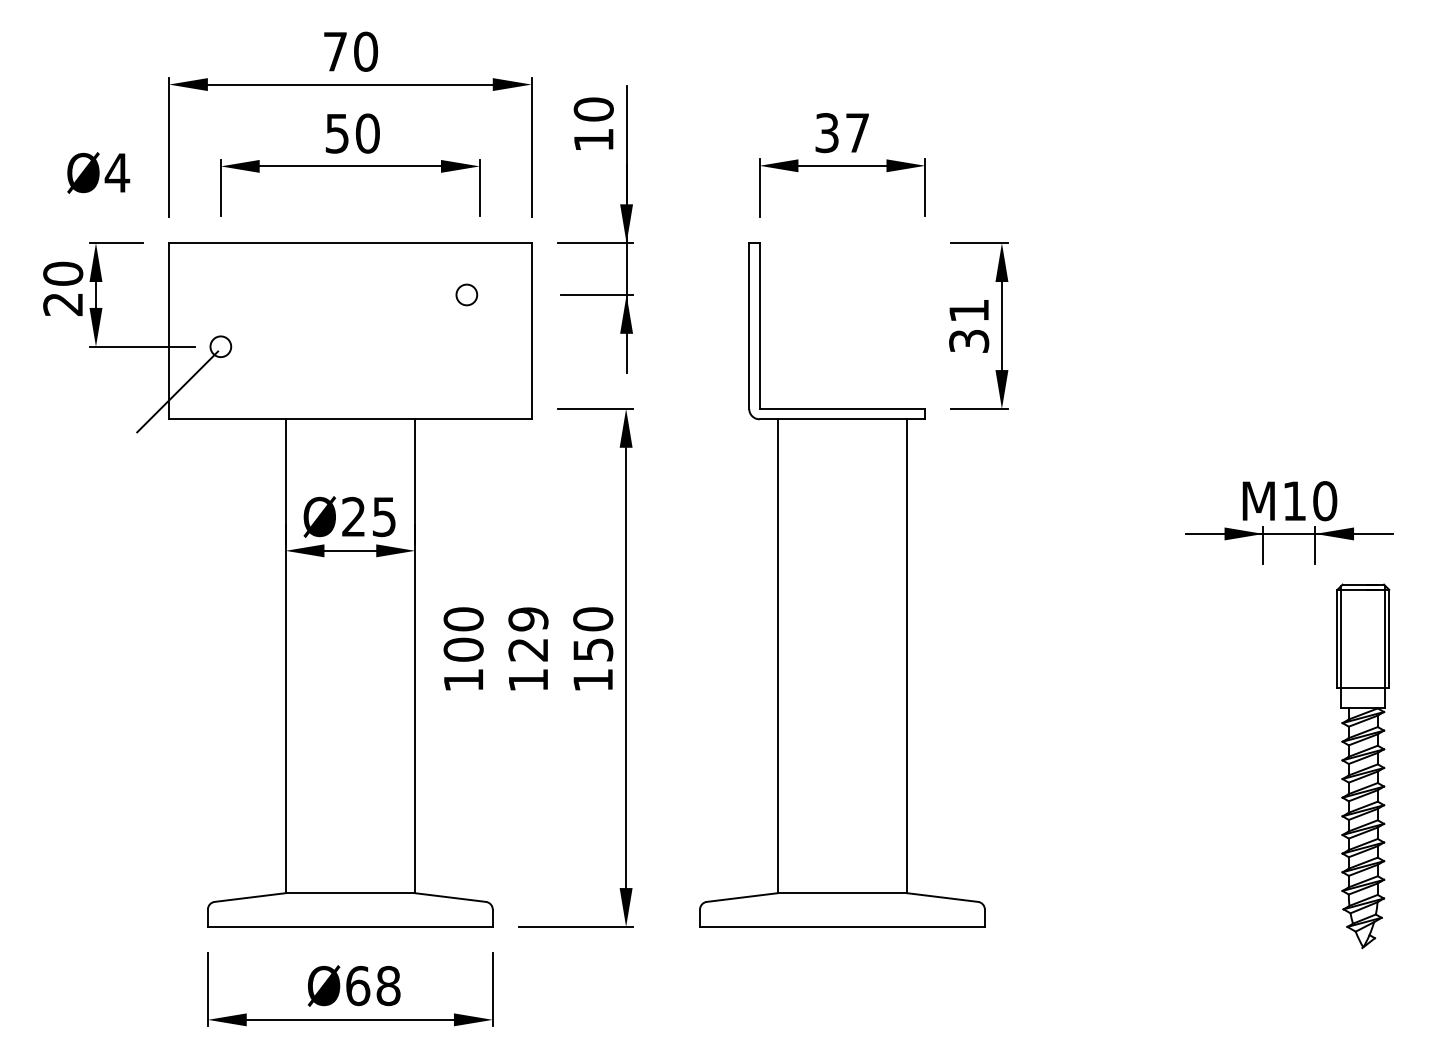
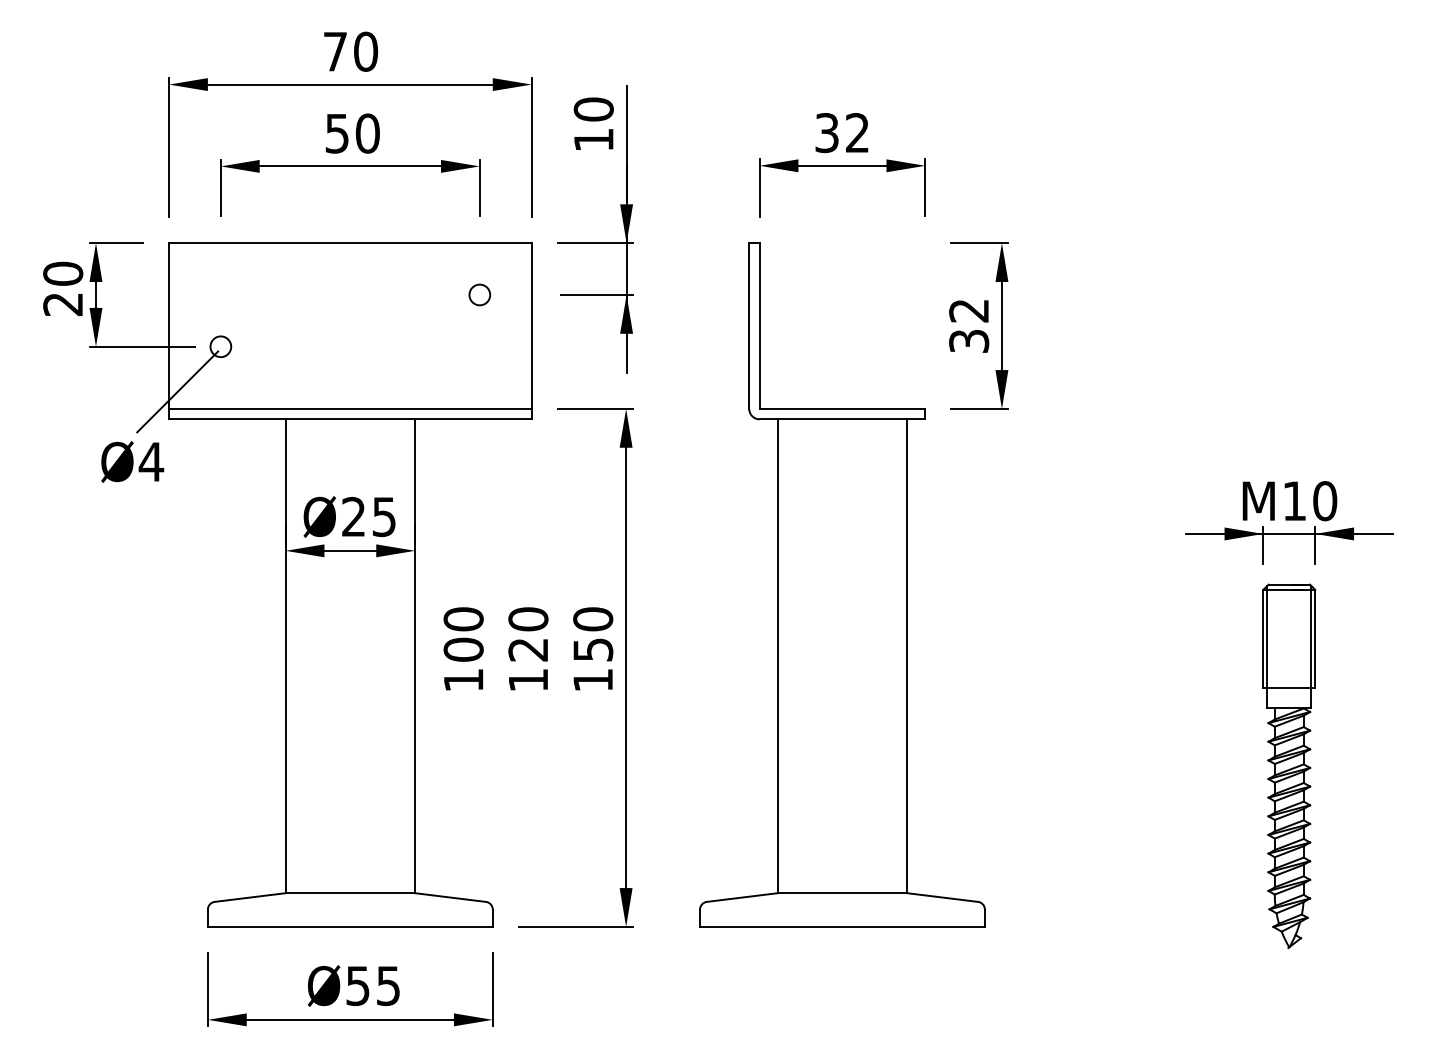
text at (857, 132): 37 -> 32
text at (98, 172) position: (98, 172) -> (132, 461)
circle at (466, 294) position: (466, 294) -> (479, 294)
text at (968, 311): 31 -> 32
line at (350, 408): none -> present
text at (528, 619): 129 -> 120
part at (1363, 766) position: (1363, 766) -> (1289, 766)
text at (373, 985): Ø68 -> Ø55
